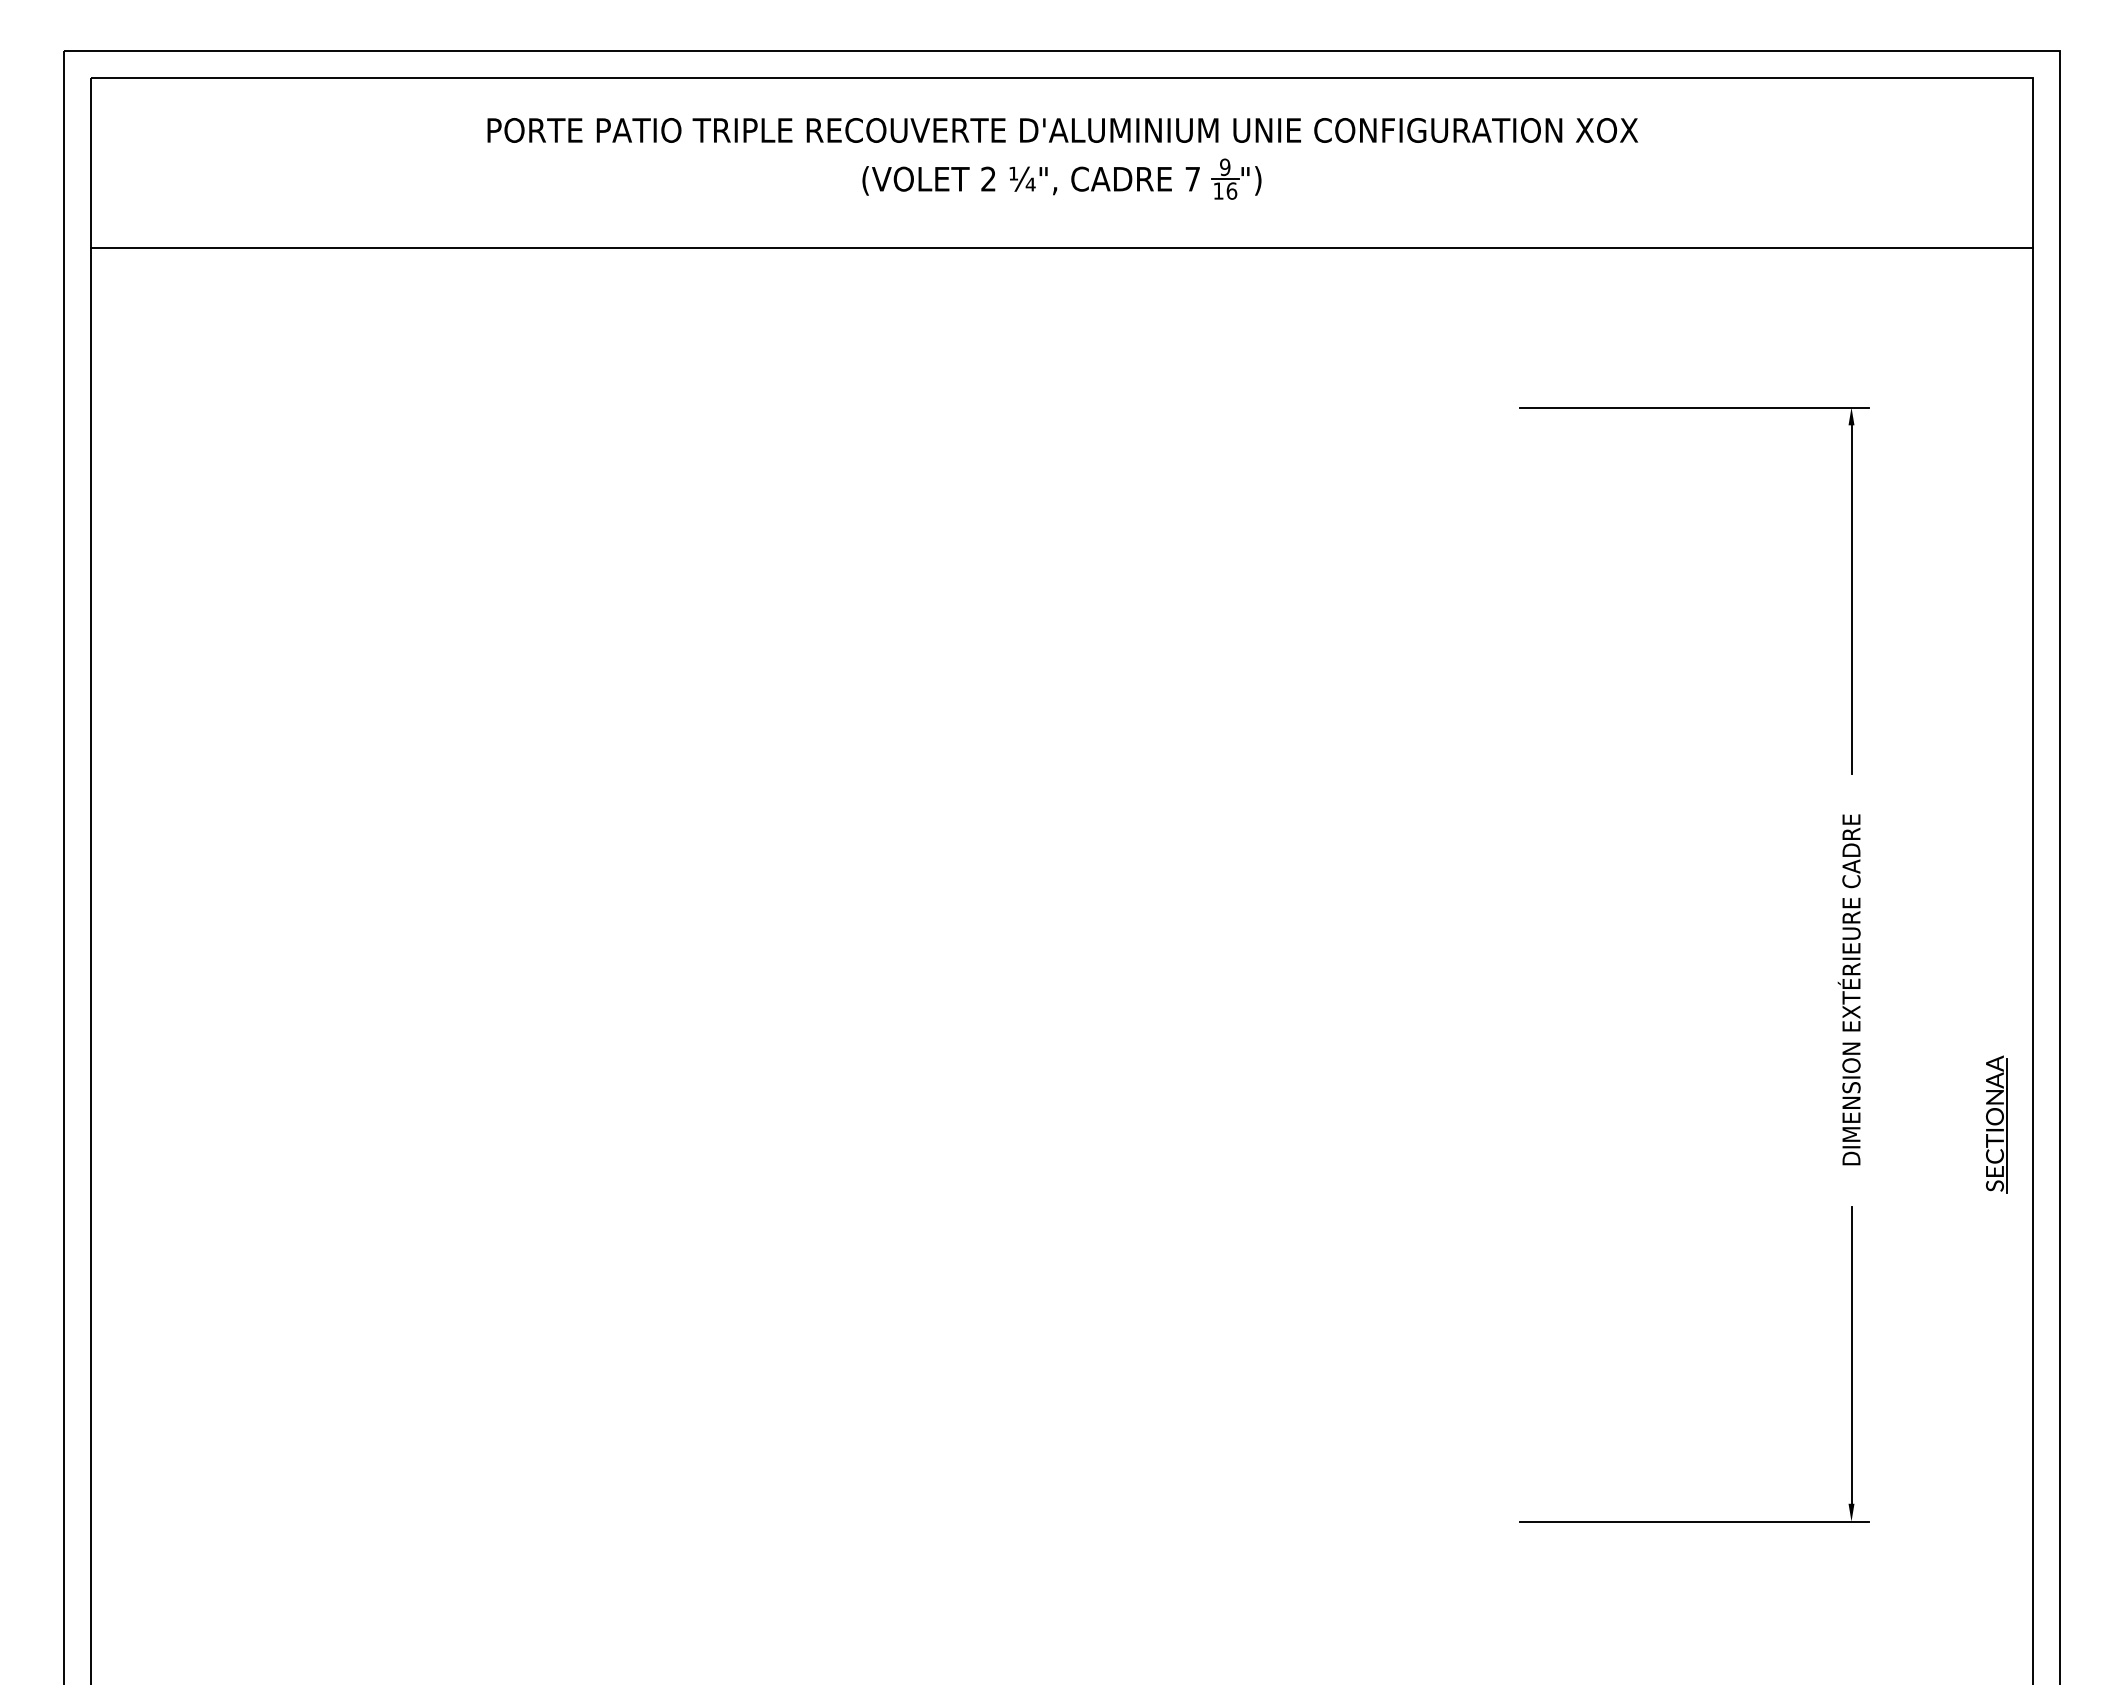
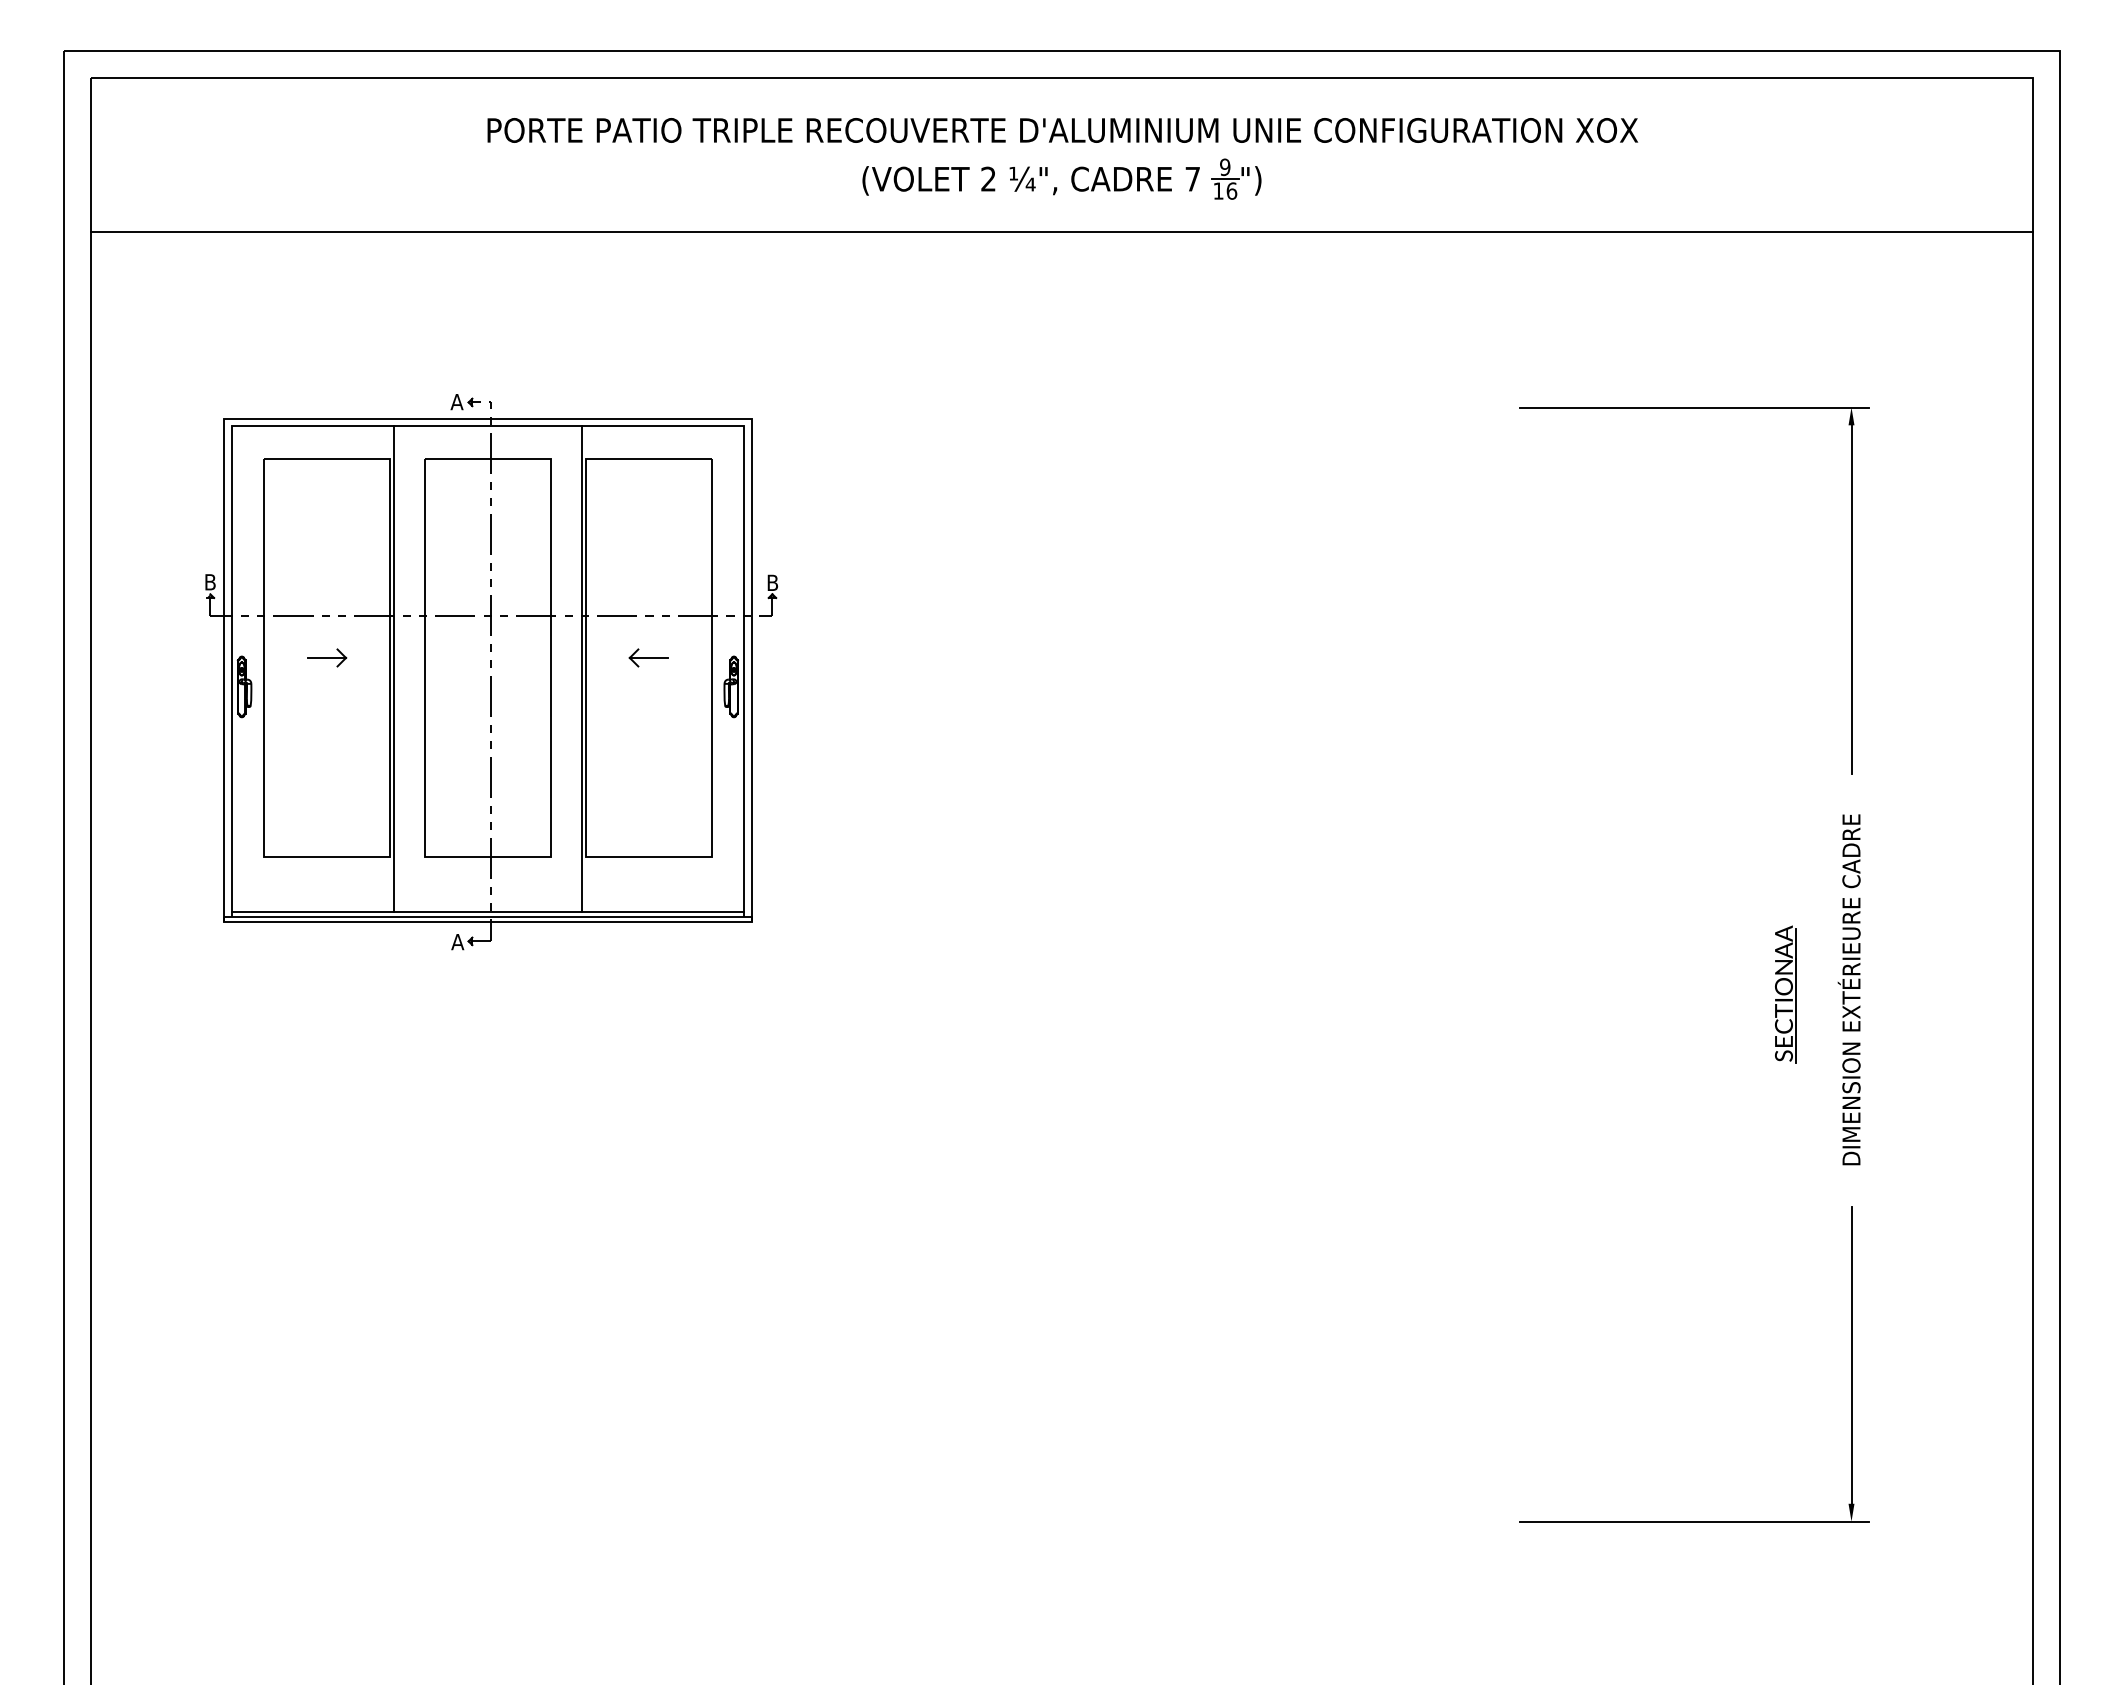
line at (1061, 247) position: (1061, 247) -> (1061, 231)
part at (491, 672): none -> present
part at (1996, 1124) position: (1996, 1124) -> (1785, 994)
